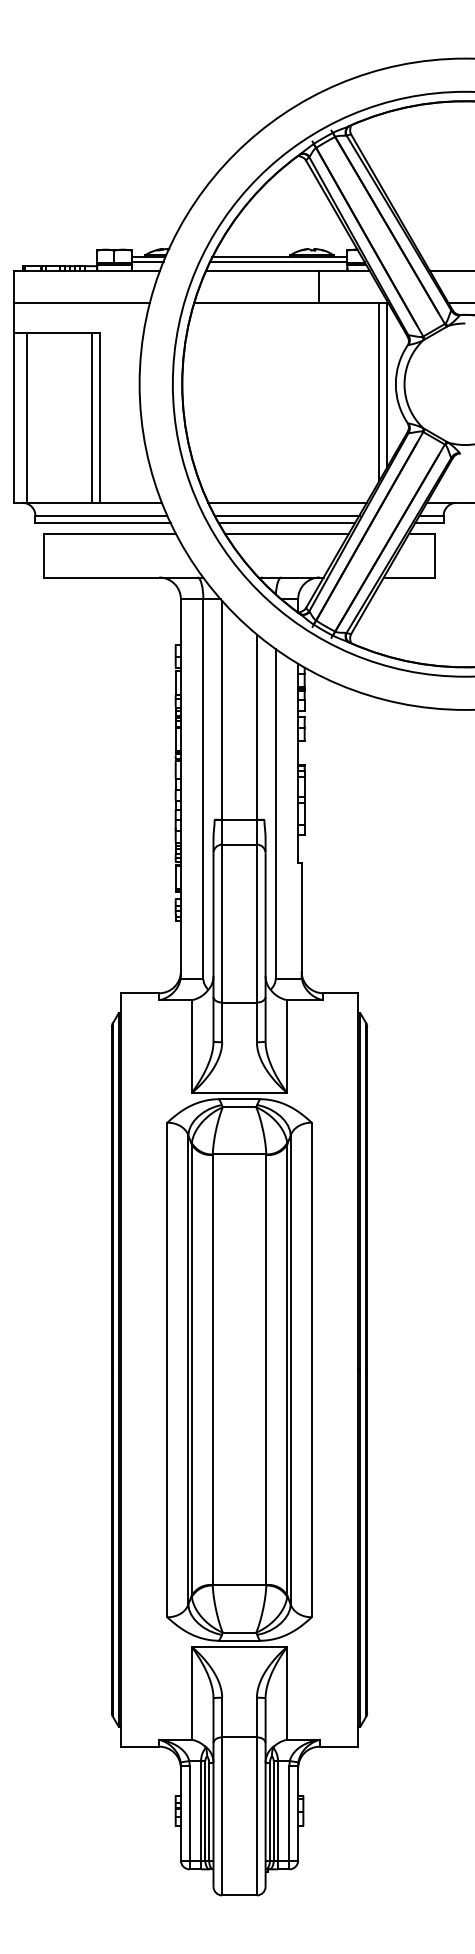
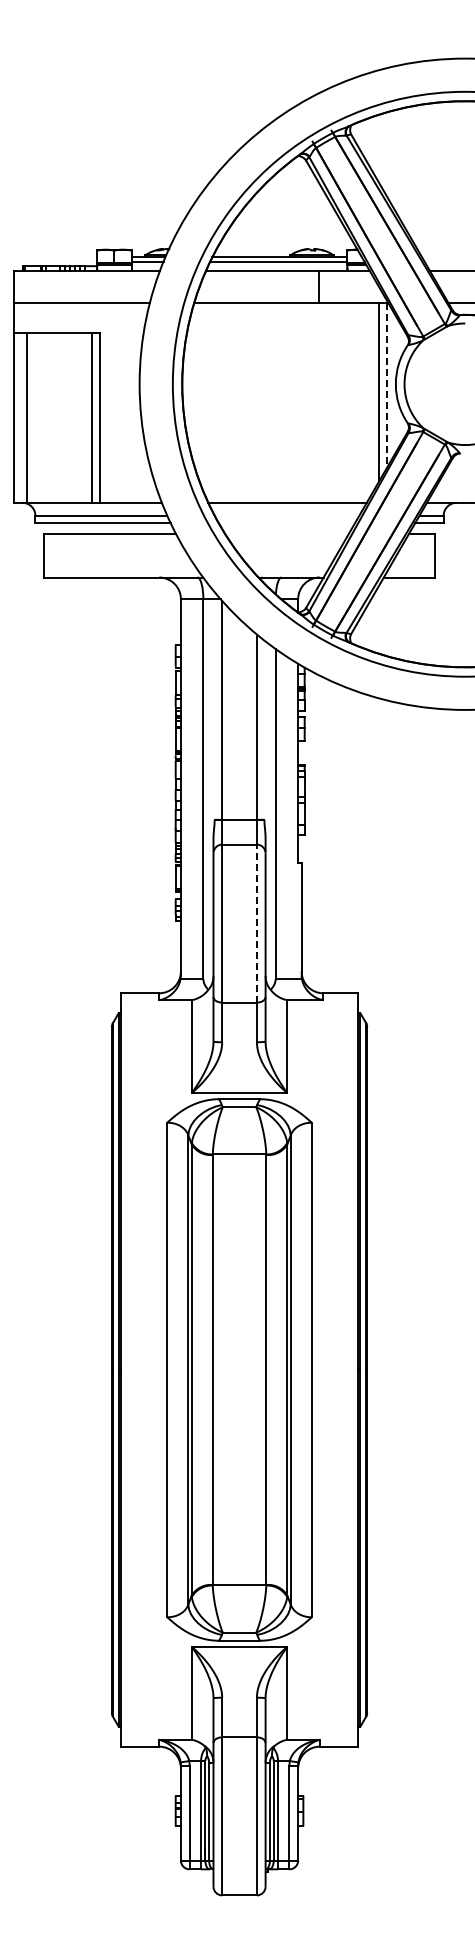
line at (387, 385): solid -> dashed
line at (286, 515): present -> none
line at (286, 523): present -> none
line at (287, 534): present -> none
line at (256, 923): solid -> dashed
